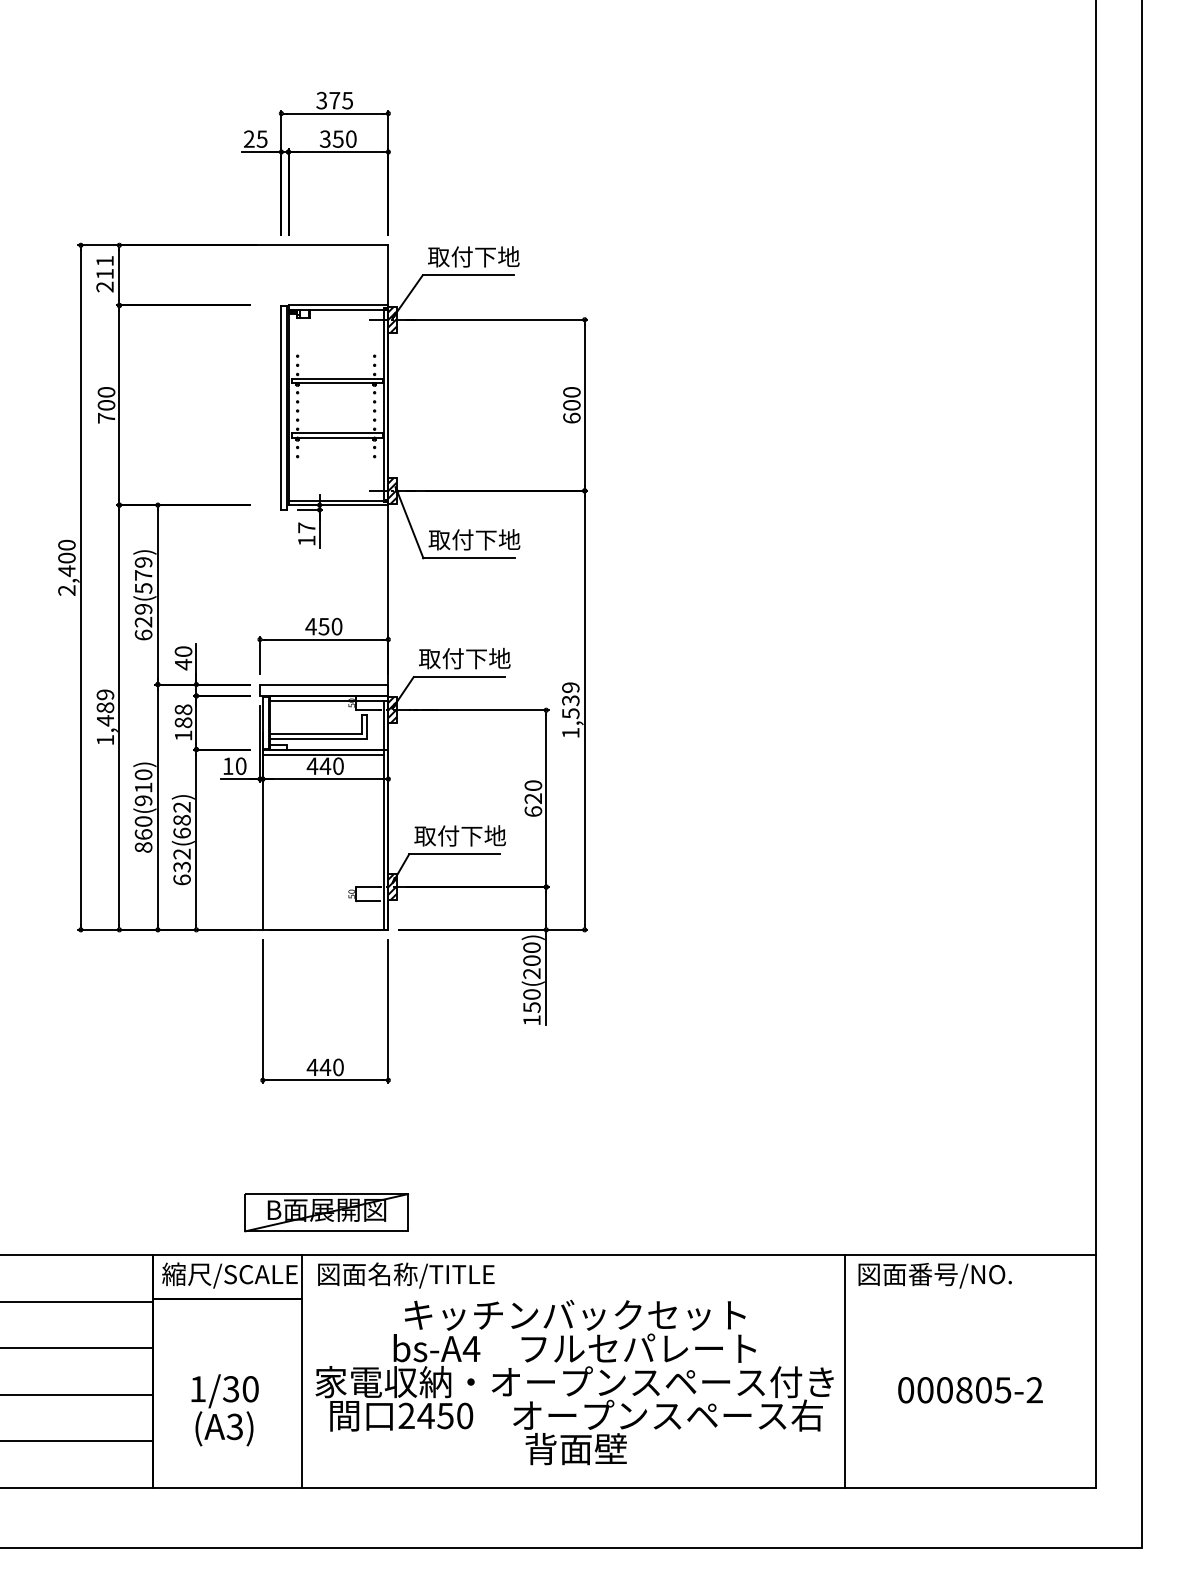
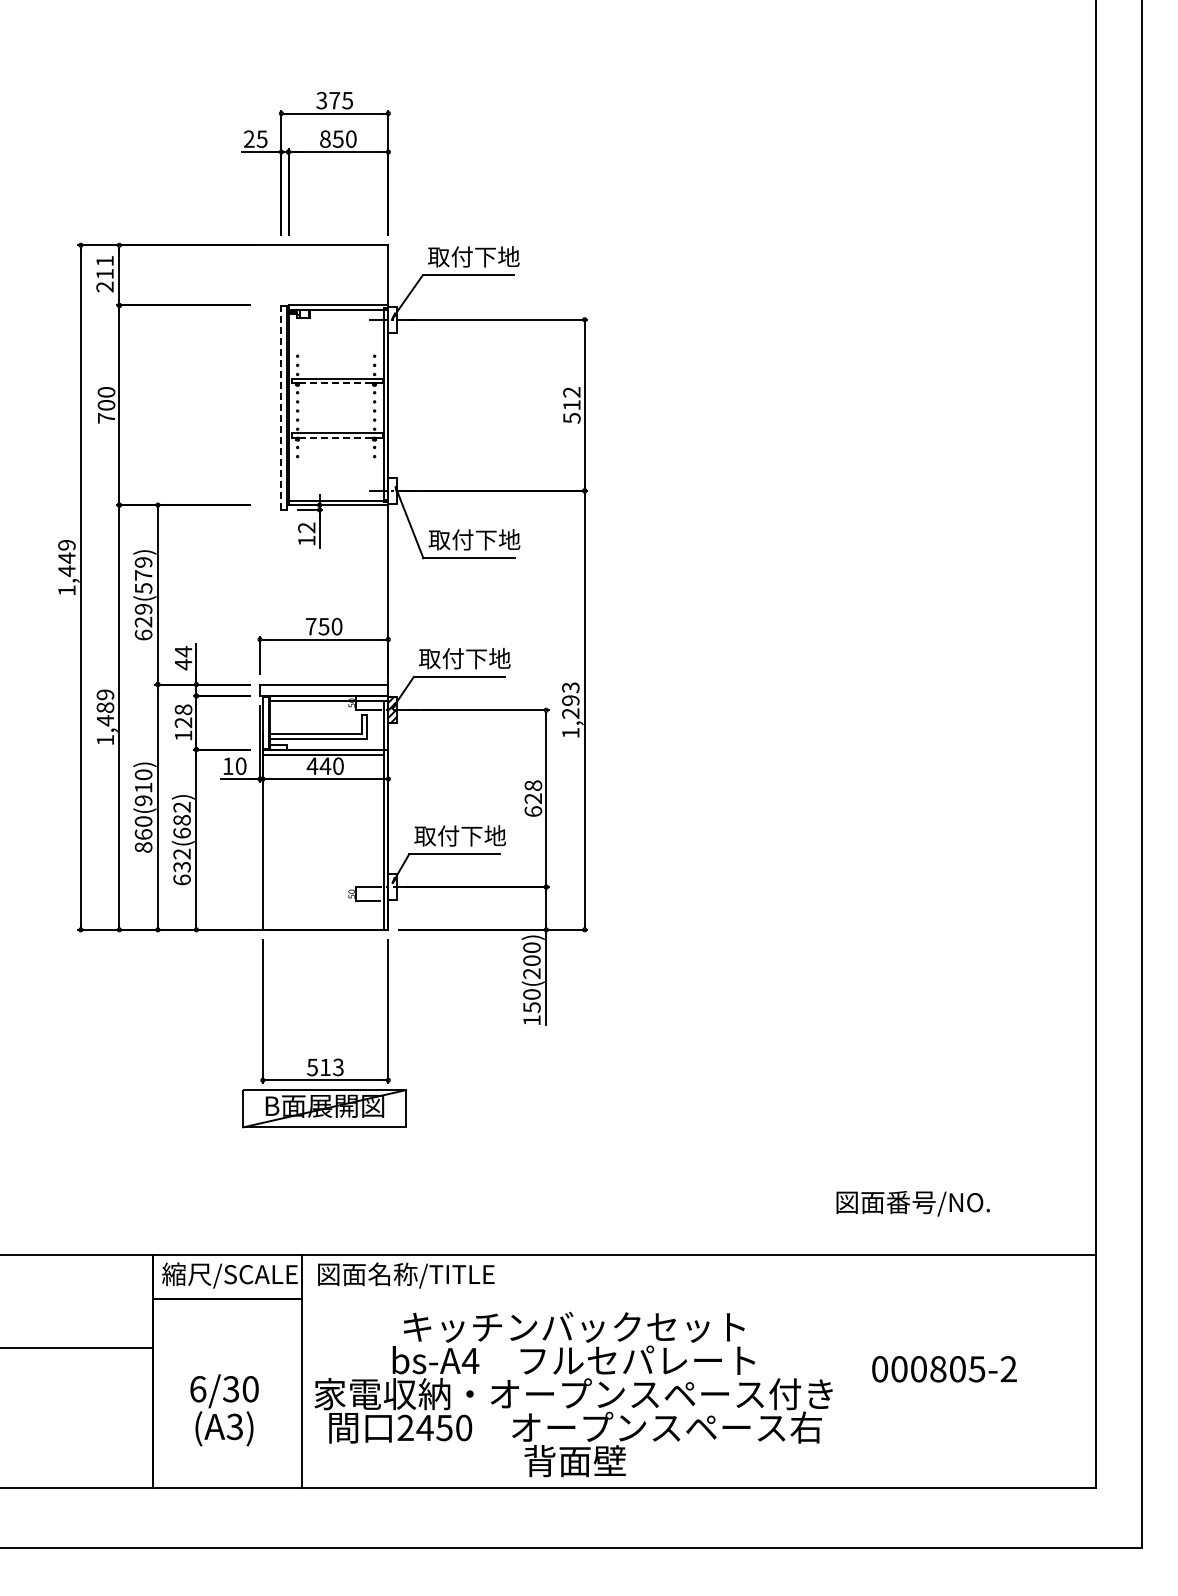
text at (324, 138): 350 -> 850
hatch at (392, 319): present -> none
line at (336, 383): solid -> dashed
text at (571, 405): 600 -> 512
line at (281, 408): solid -> dashed
line at (336, 438): solid -> dashed
hatch at (392, 490): present -> none
text at (306, 527): 17 -> 12
text at (66, 567): 2,400 -> 1,449
text at (310, 626): 450 -> 750
text at (183, 651): 40 -> 44
text at (570, 700): 1,539 -> 1,293
text at (183, 722): 188 -> 128
text at (533, 785): 620 -> 628
hatch at (392, 886): present -> none
text at (324, 1067): 440 -> 513
part at (326, 1212) position: (326, 1212) -> (324, 1108)
text at (934, 1275) position: (934, 1275) -> (912, 1203)
line at (77, 1301): present -> none
line at (844, 1371): present -> none
text at (574, 1382) position: (574, 1382) -> (573, 1394)
text at (198, 1389): 1/30 -> 6/30
text at (970, 1390) position: (970, 1390) -> (944, 1369)
line at (77, 1394): present -> none
line at (77, 1441): present -> none
